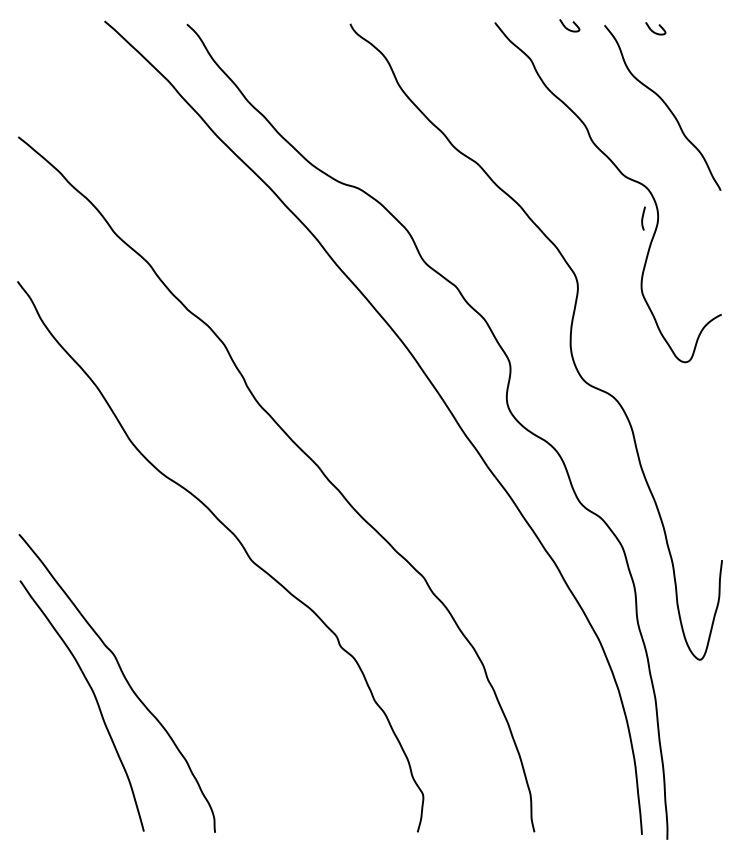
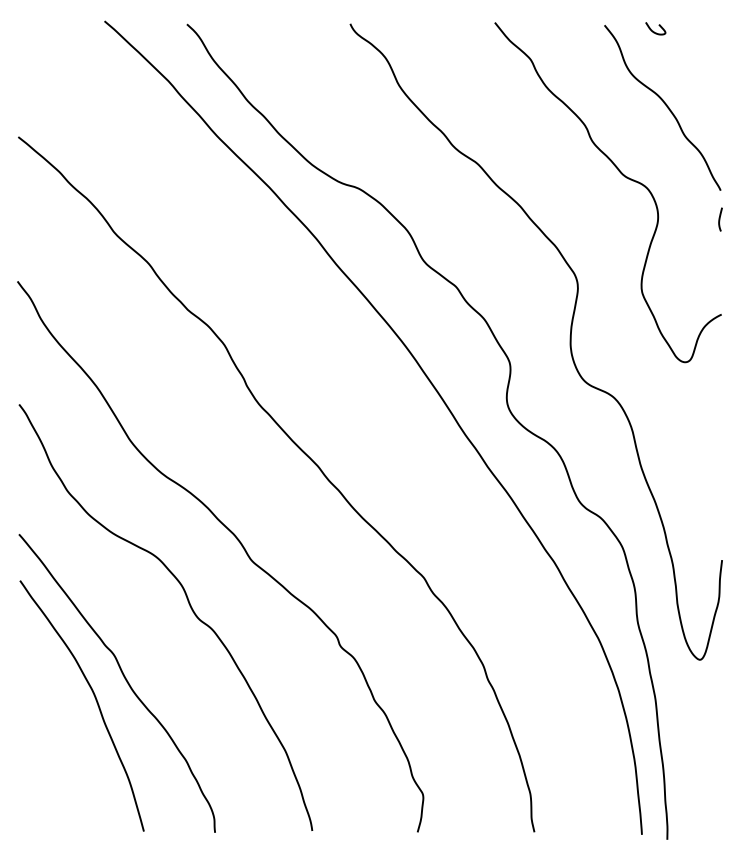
curve at (567, 27): present -> none
curve at (643, 218) position: (643, 218) -> (720, 219)
curve at (189, 606): none -> present
